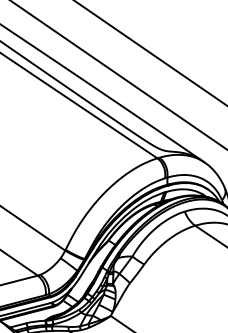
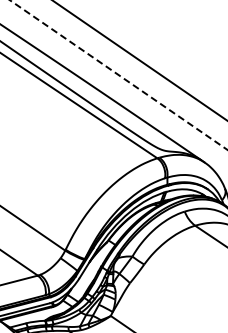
line at (150, 52) position: (150, 52) -> (139, 60)
line at (118, 75): solid -> dashed
